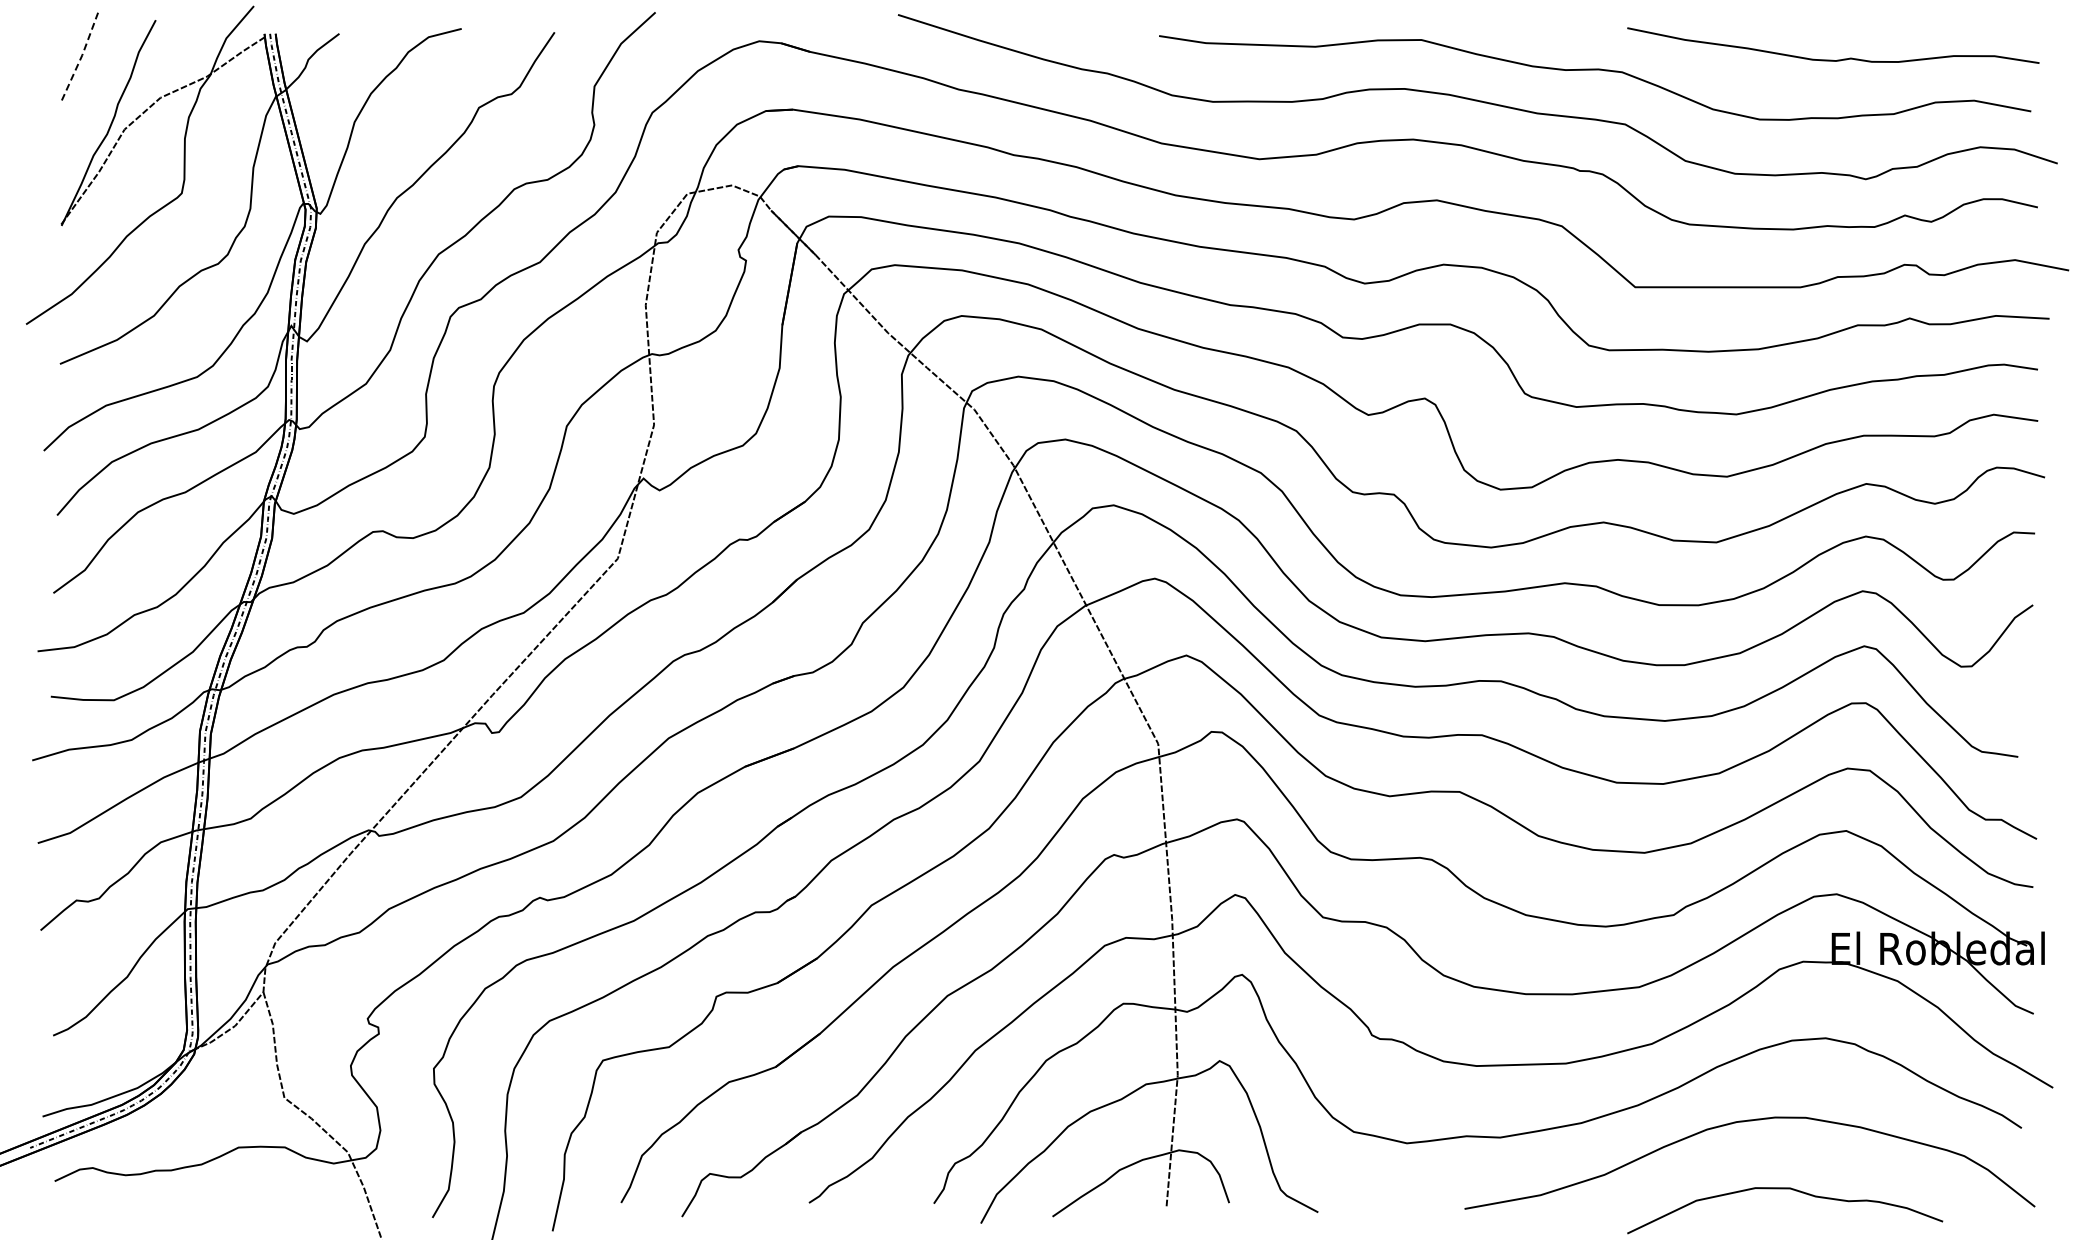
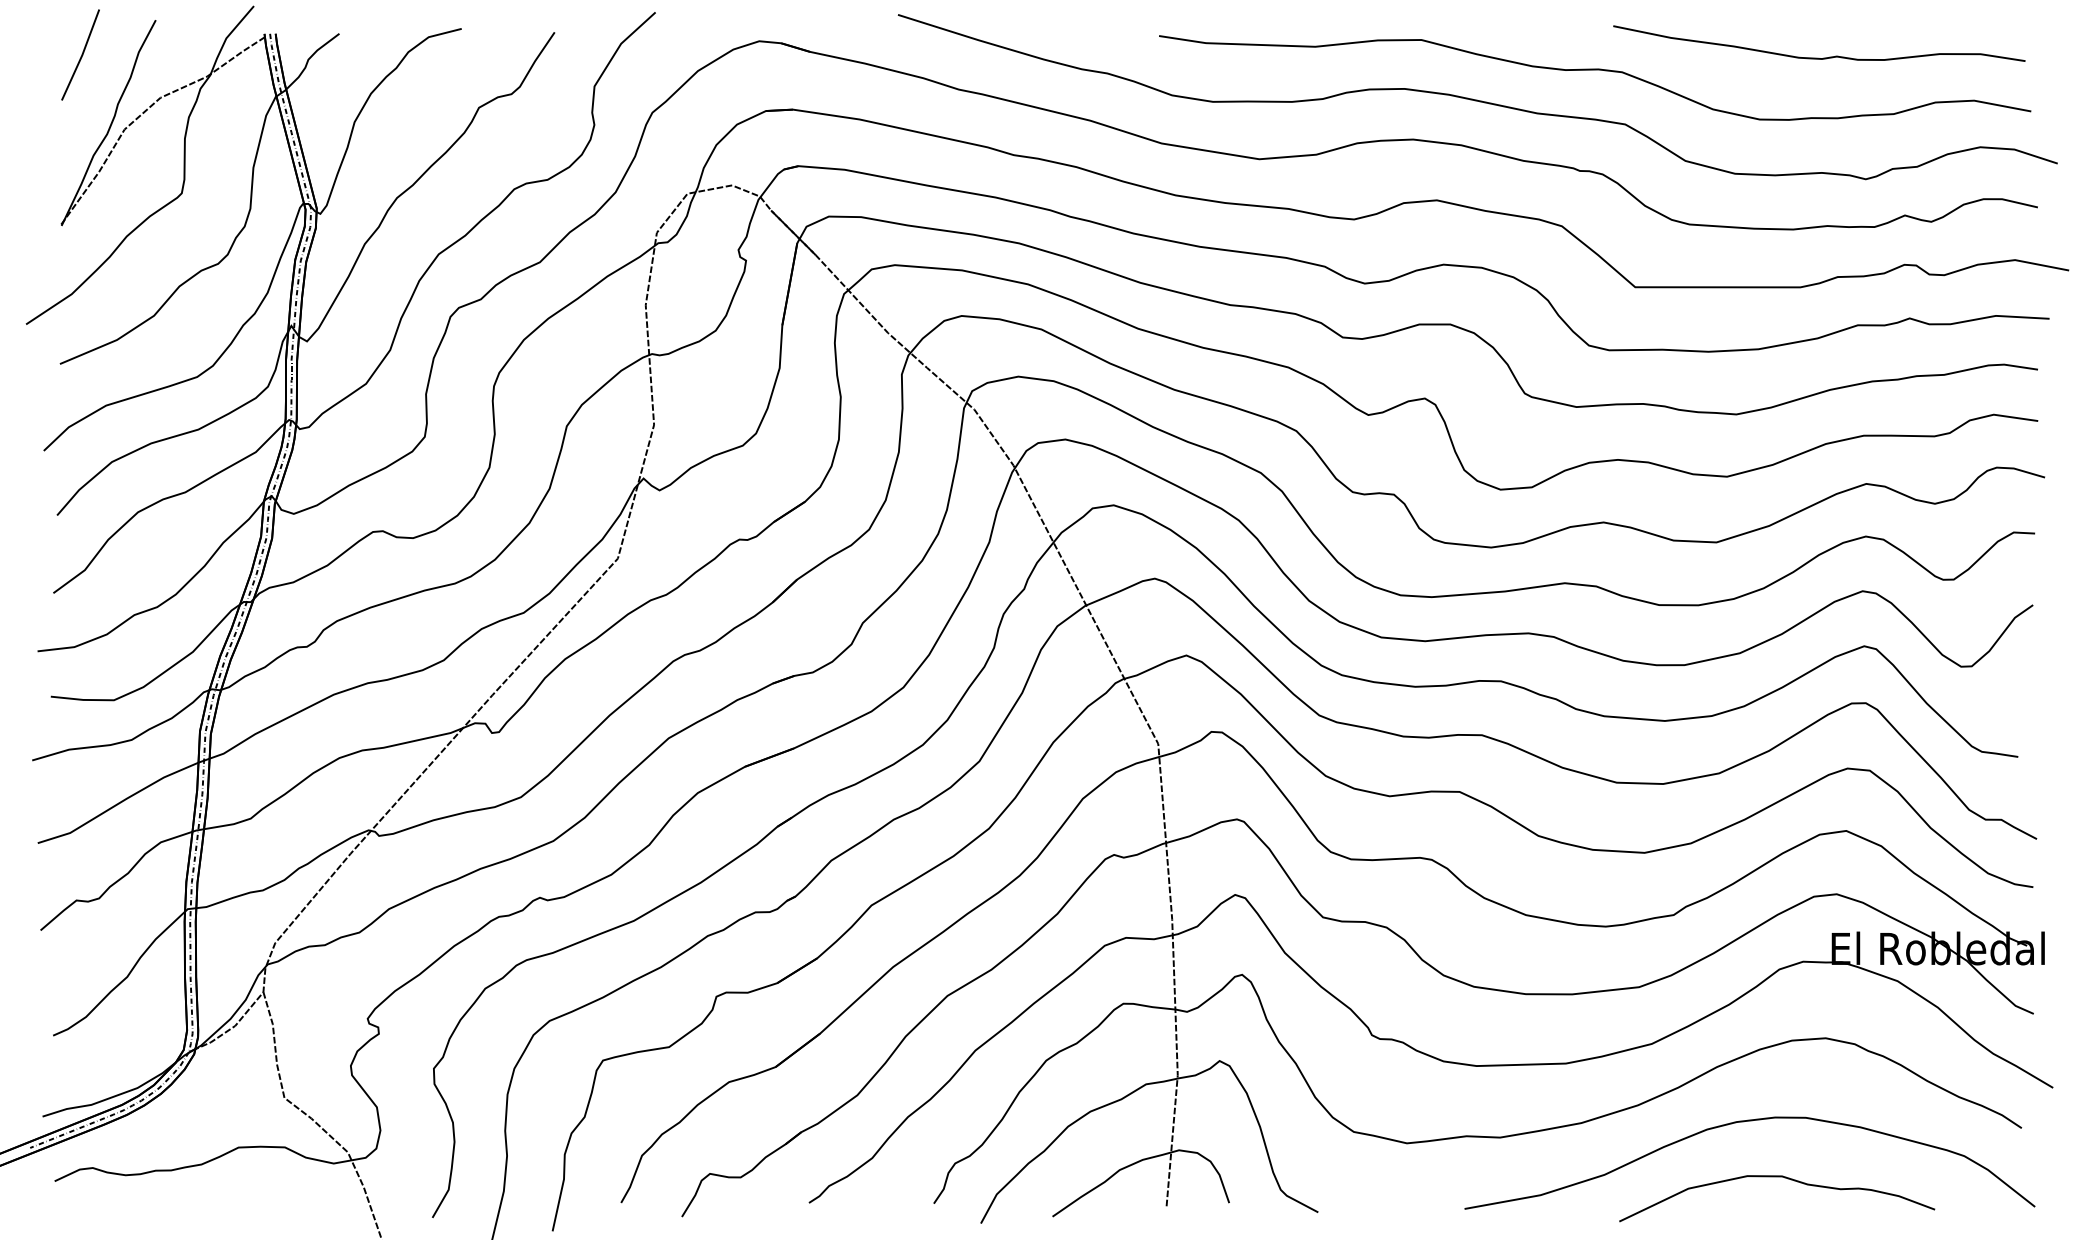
line at (82, 55): dashed -> solid
curve at (1832, 59) position: (1832, 59) -> (1818, 57)
curve at (1785, 1189) position: (1785, 1189) -> (1777, 1177)
